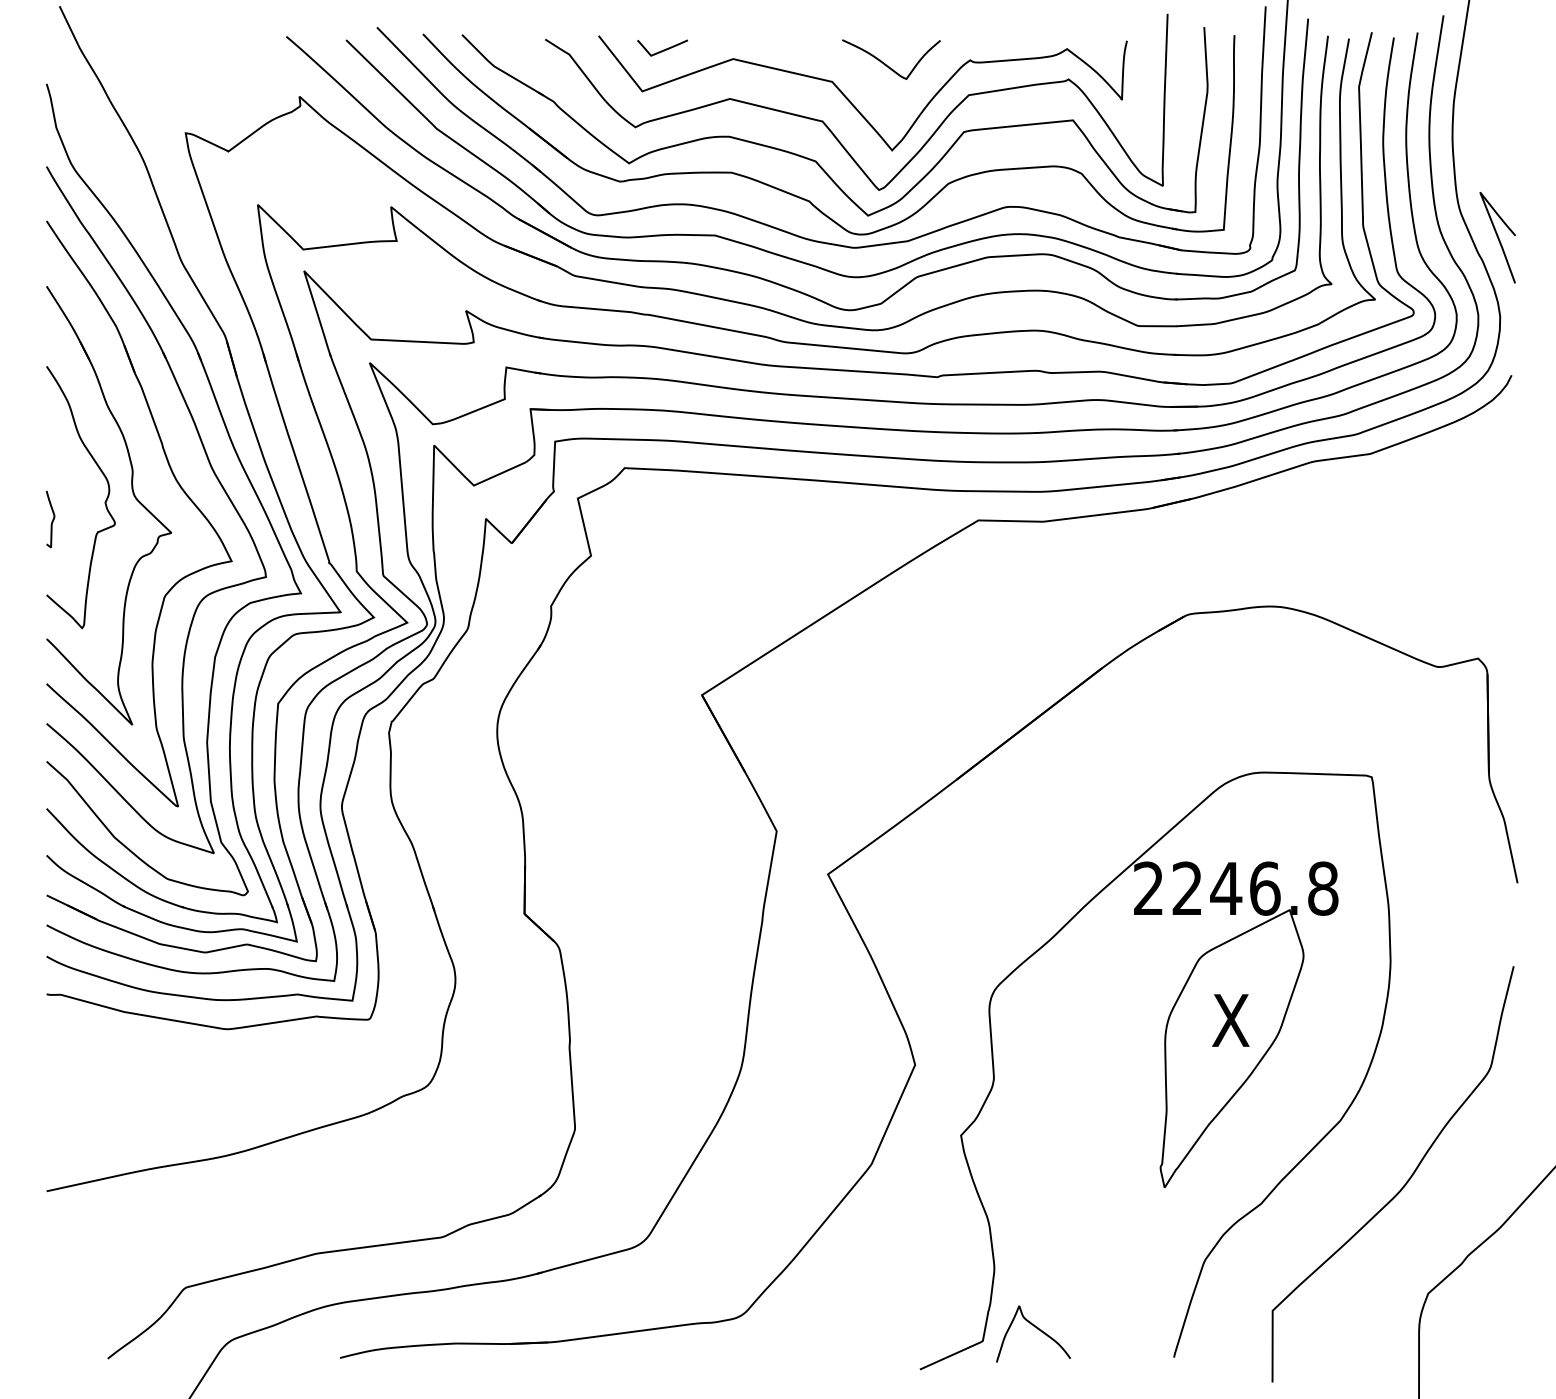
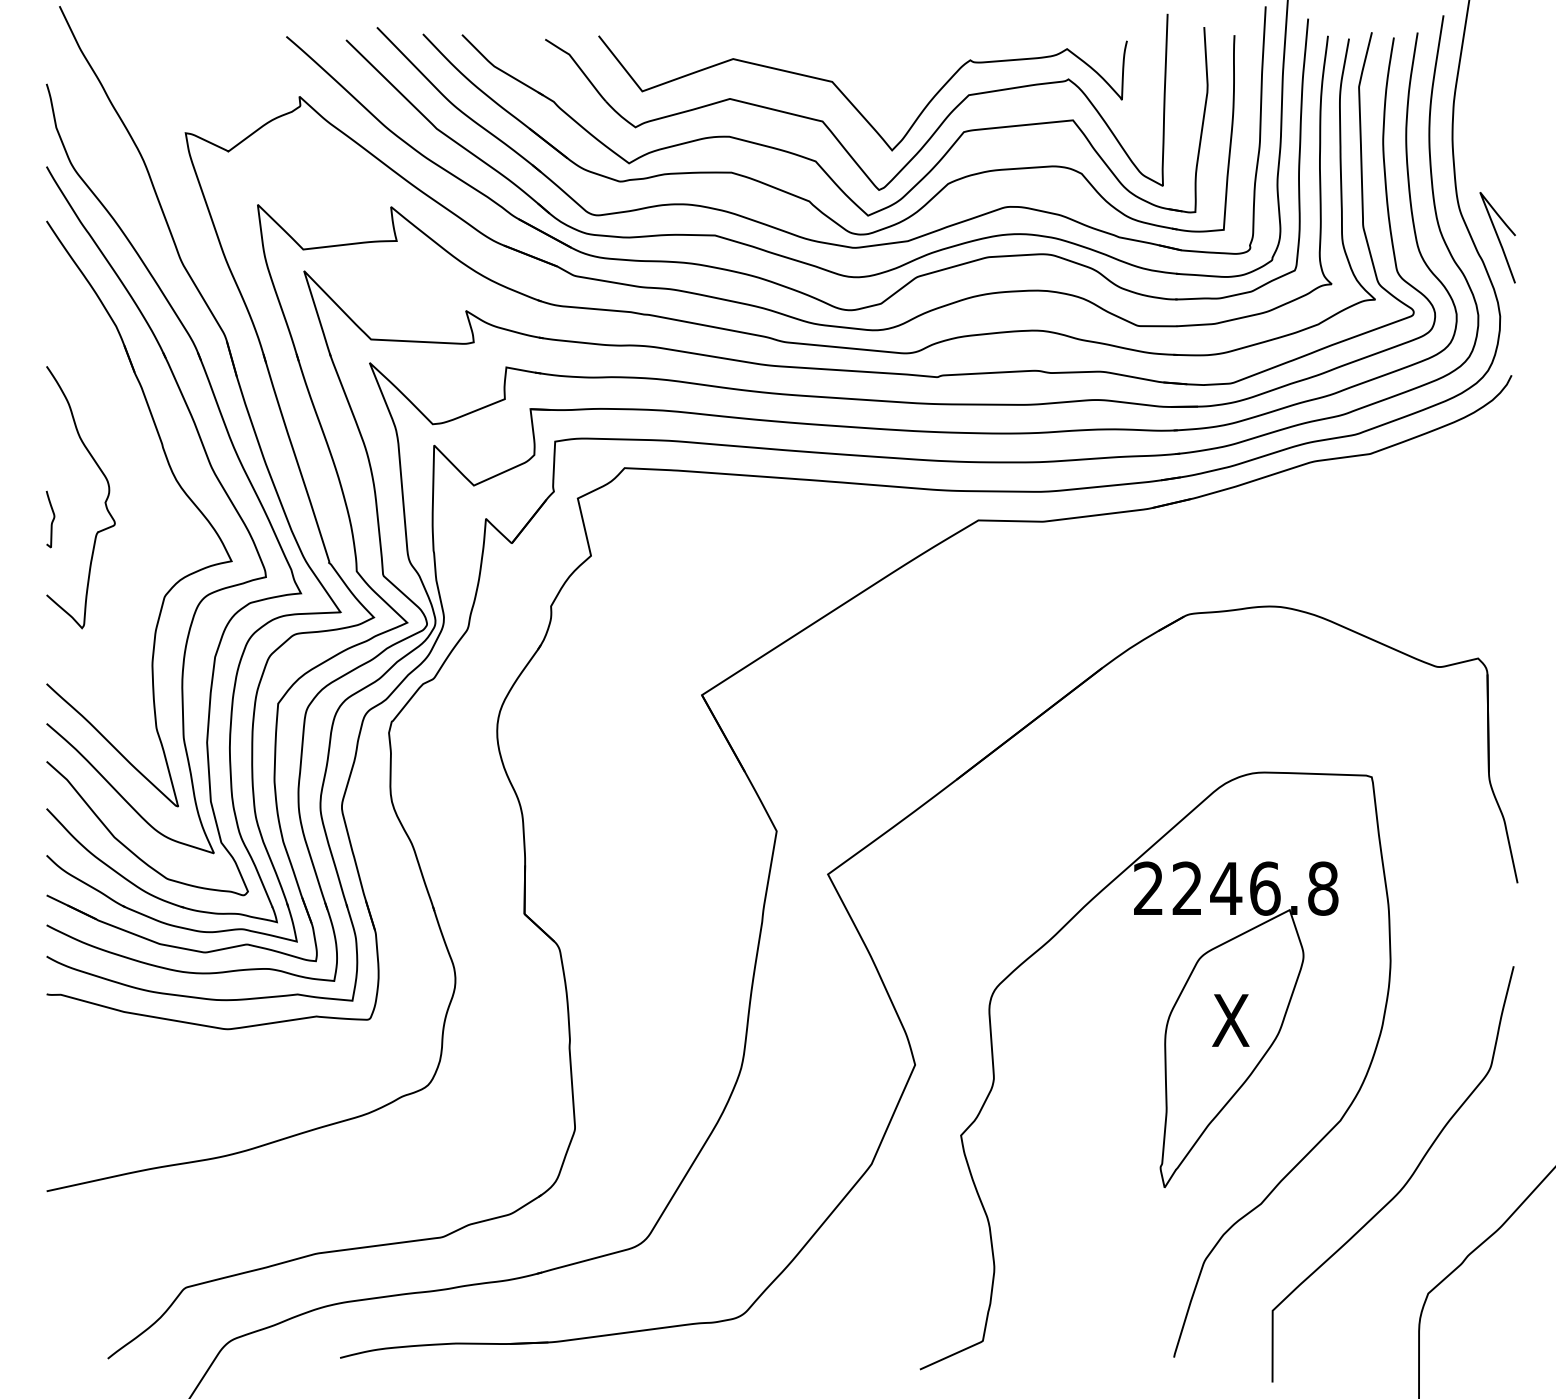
curve at (663, 49): present -> none
curve at (888, 65): present -> none
part at (133, 496): present -> none
curve at (1037, 1329): present -> none
